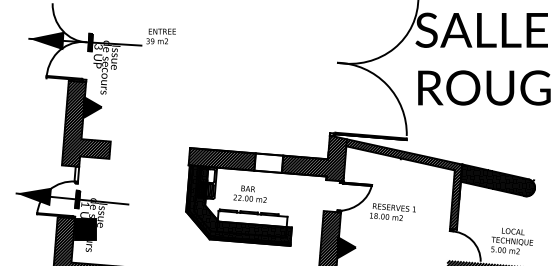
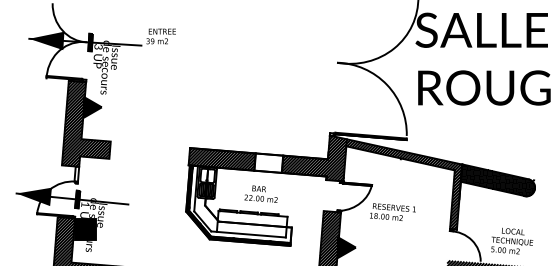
text at (249, 193) position: (249, 193) -> (260, 193)
hatch at (240, 203): present -> none
